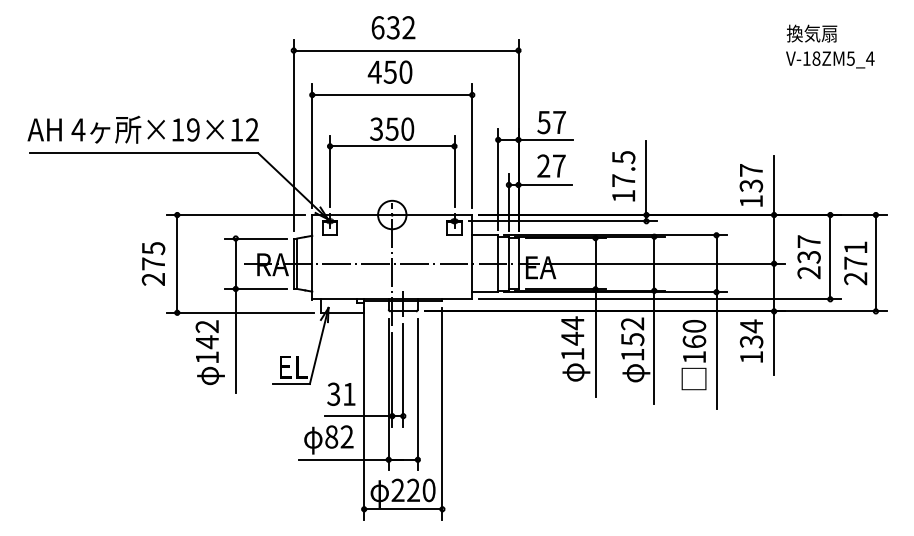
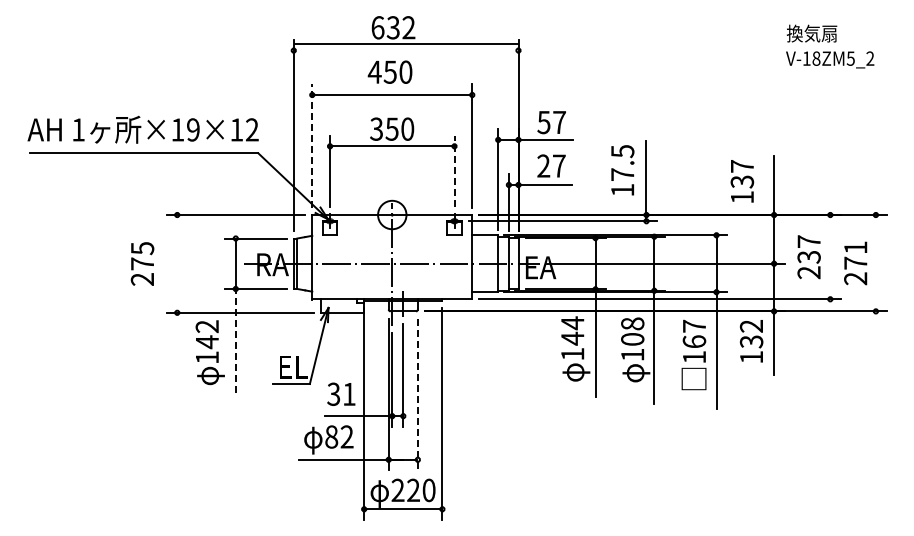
line at (405, 50) position: (405, 50) -> (405, 43)
text at (870, 58): V-18ZM5_4 -> V-18ZM5_2
text at (78, 129): 4 -> 1
line at (312, 146): solid -> dashed
line at (454, 171): solid -> dashed
text at (623, 176) position: (623, 176) -> (622, 170)
text at (751, 185) position: (751, 185) -> (742, 181)
line at (830, 256): present -> none
line at (875, 262): present -> none
text at (153, 263) position: (153, 263) -> (142, 263)
line at (177, 263): present -> none
text at (694, 325): 160 -> 167
text at (750, 326): 134 -> 132
text at (632, 331): 152 -> 108
line at (235, 340): solid -> dashed
line at (417, 394): solid -> dashed
